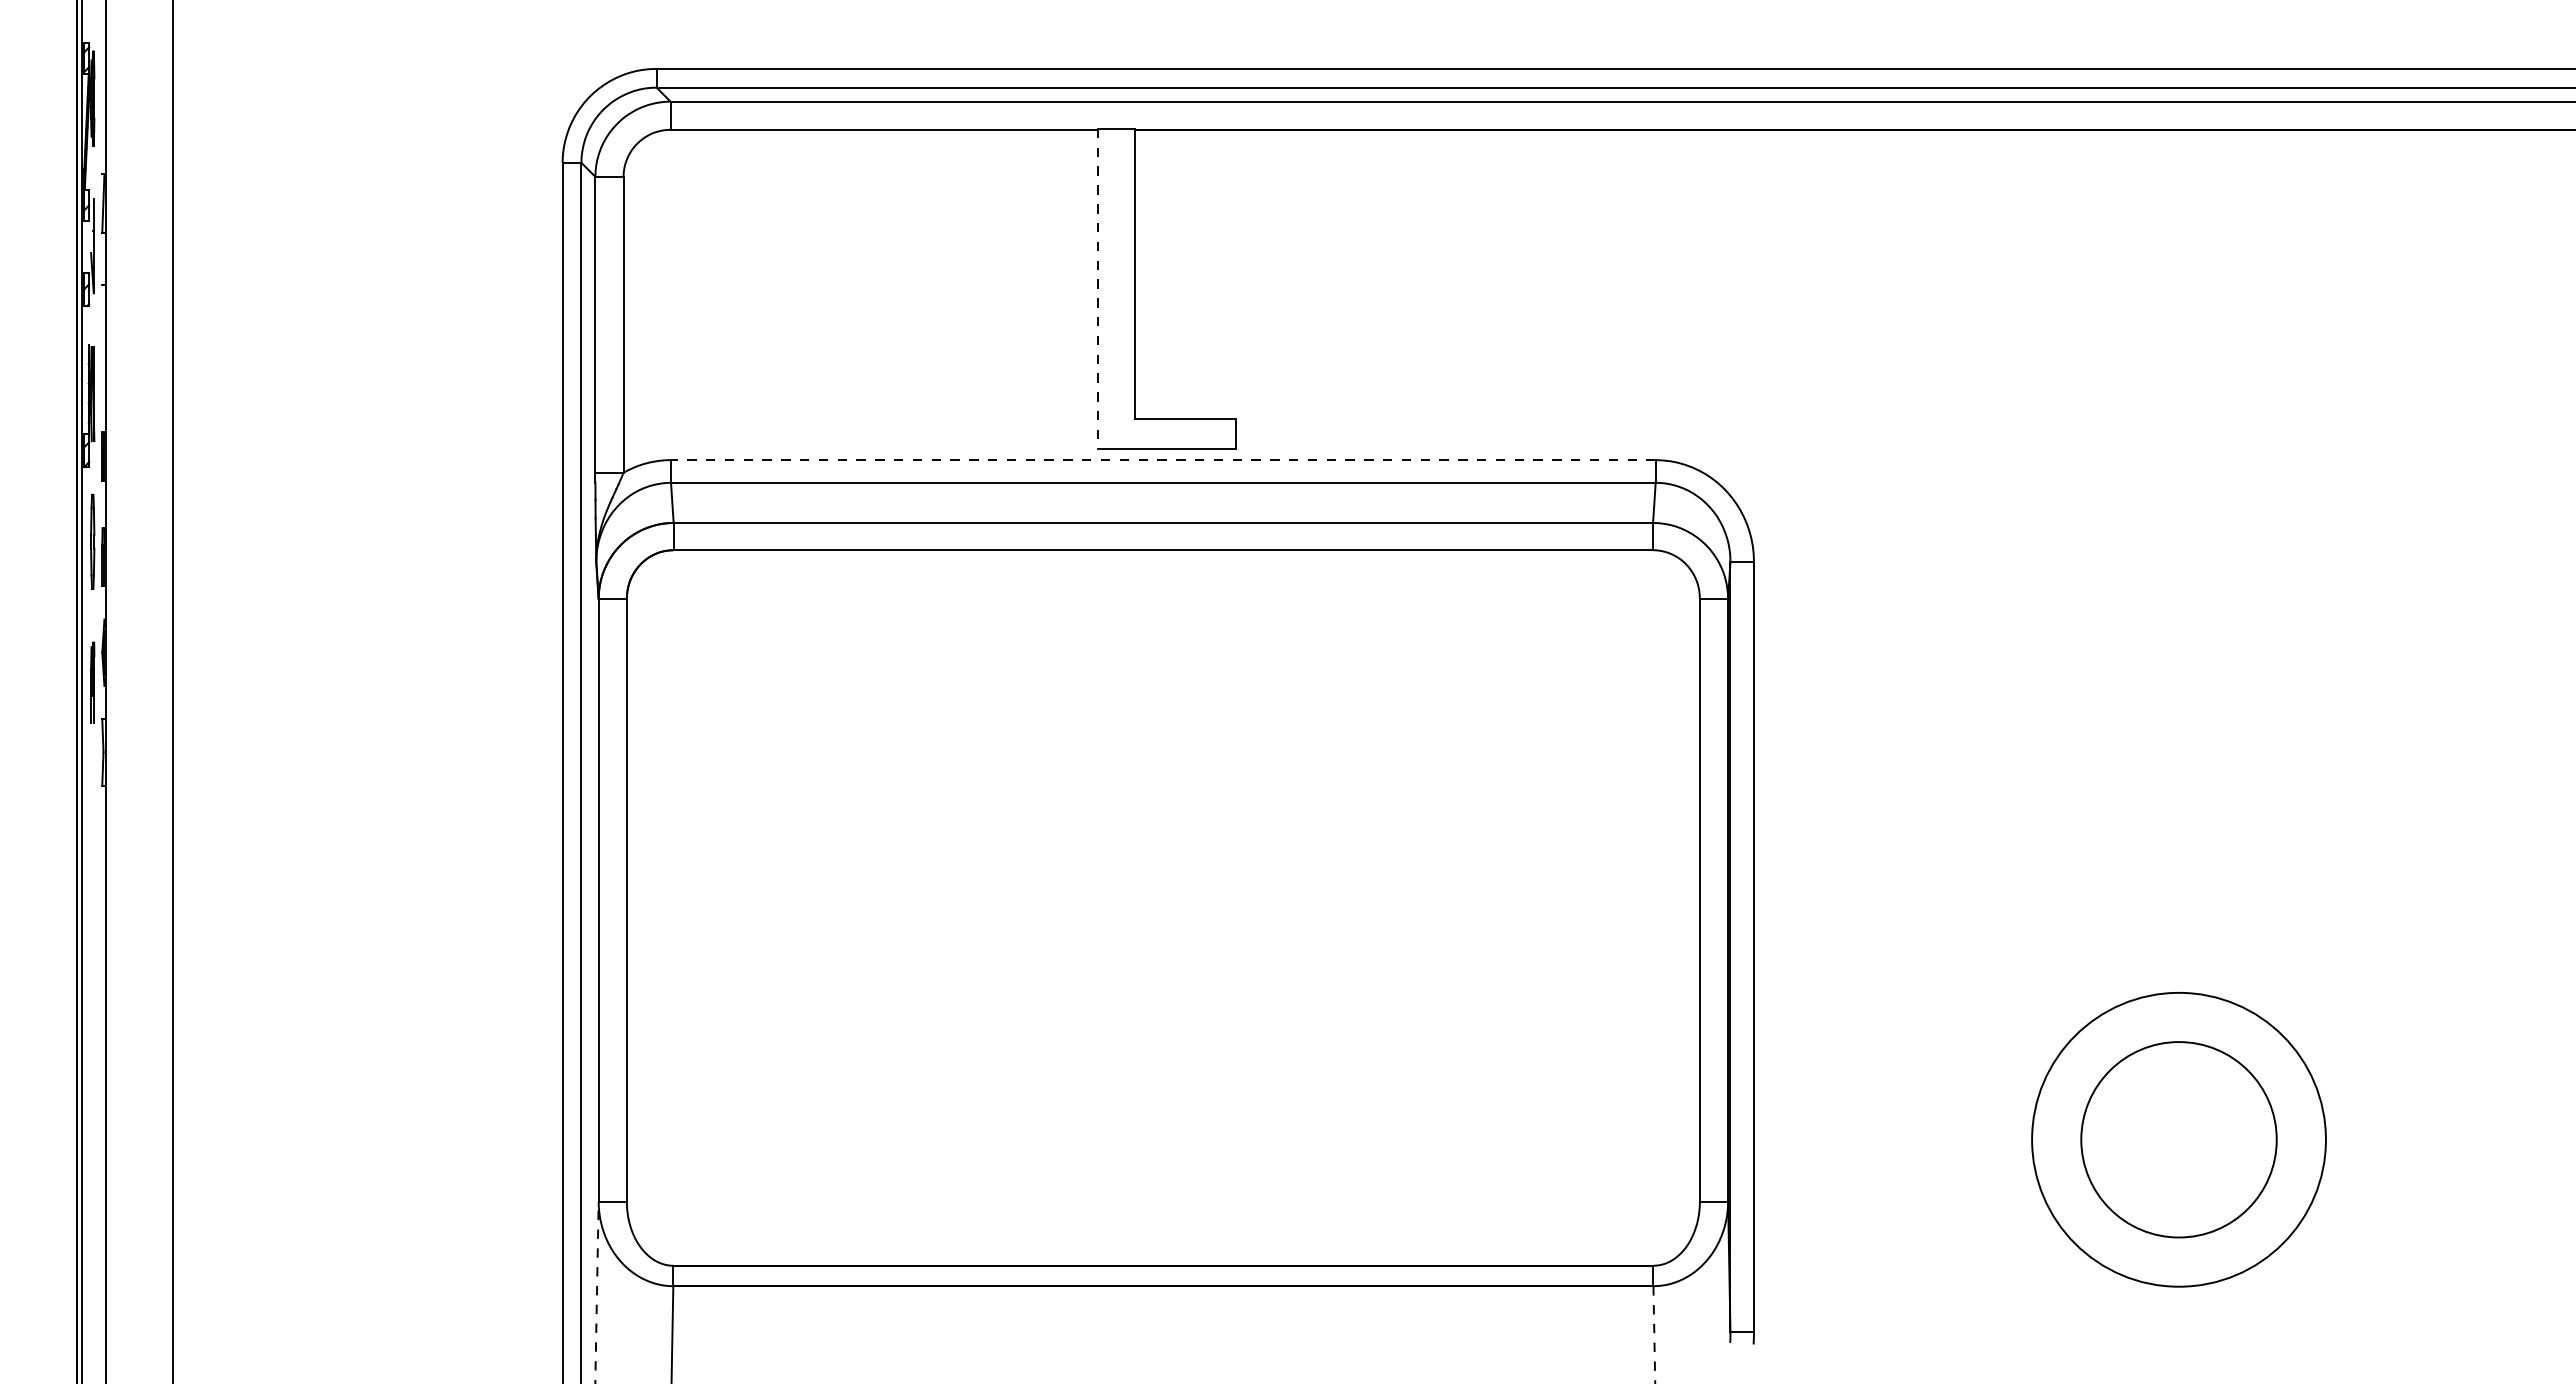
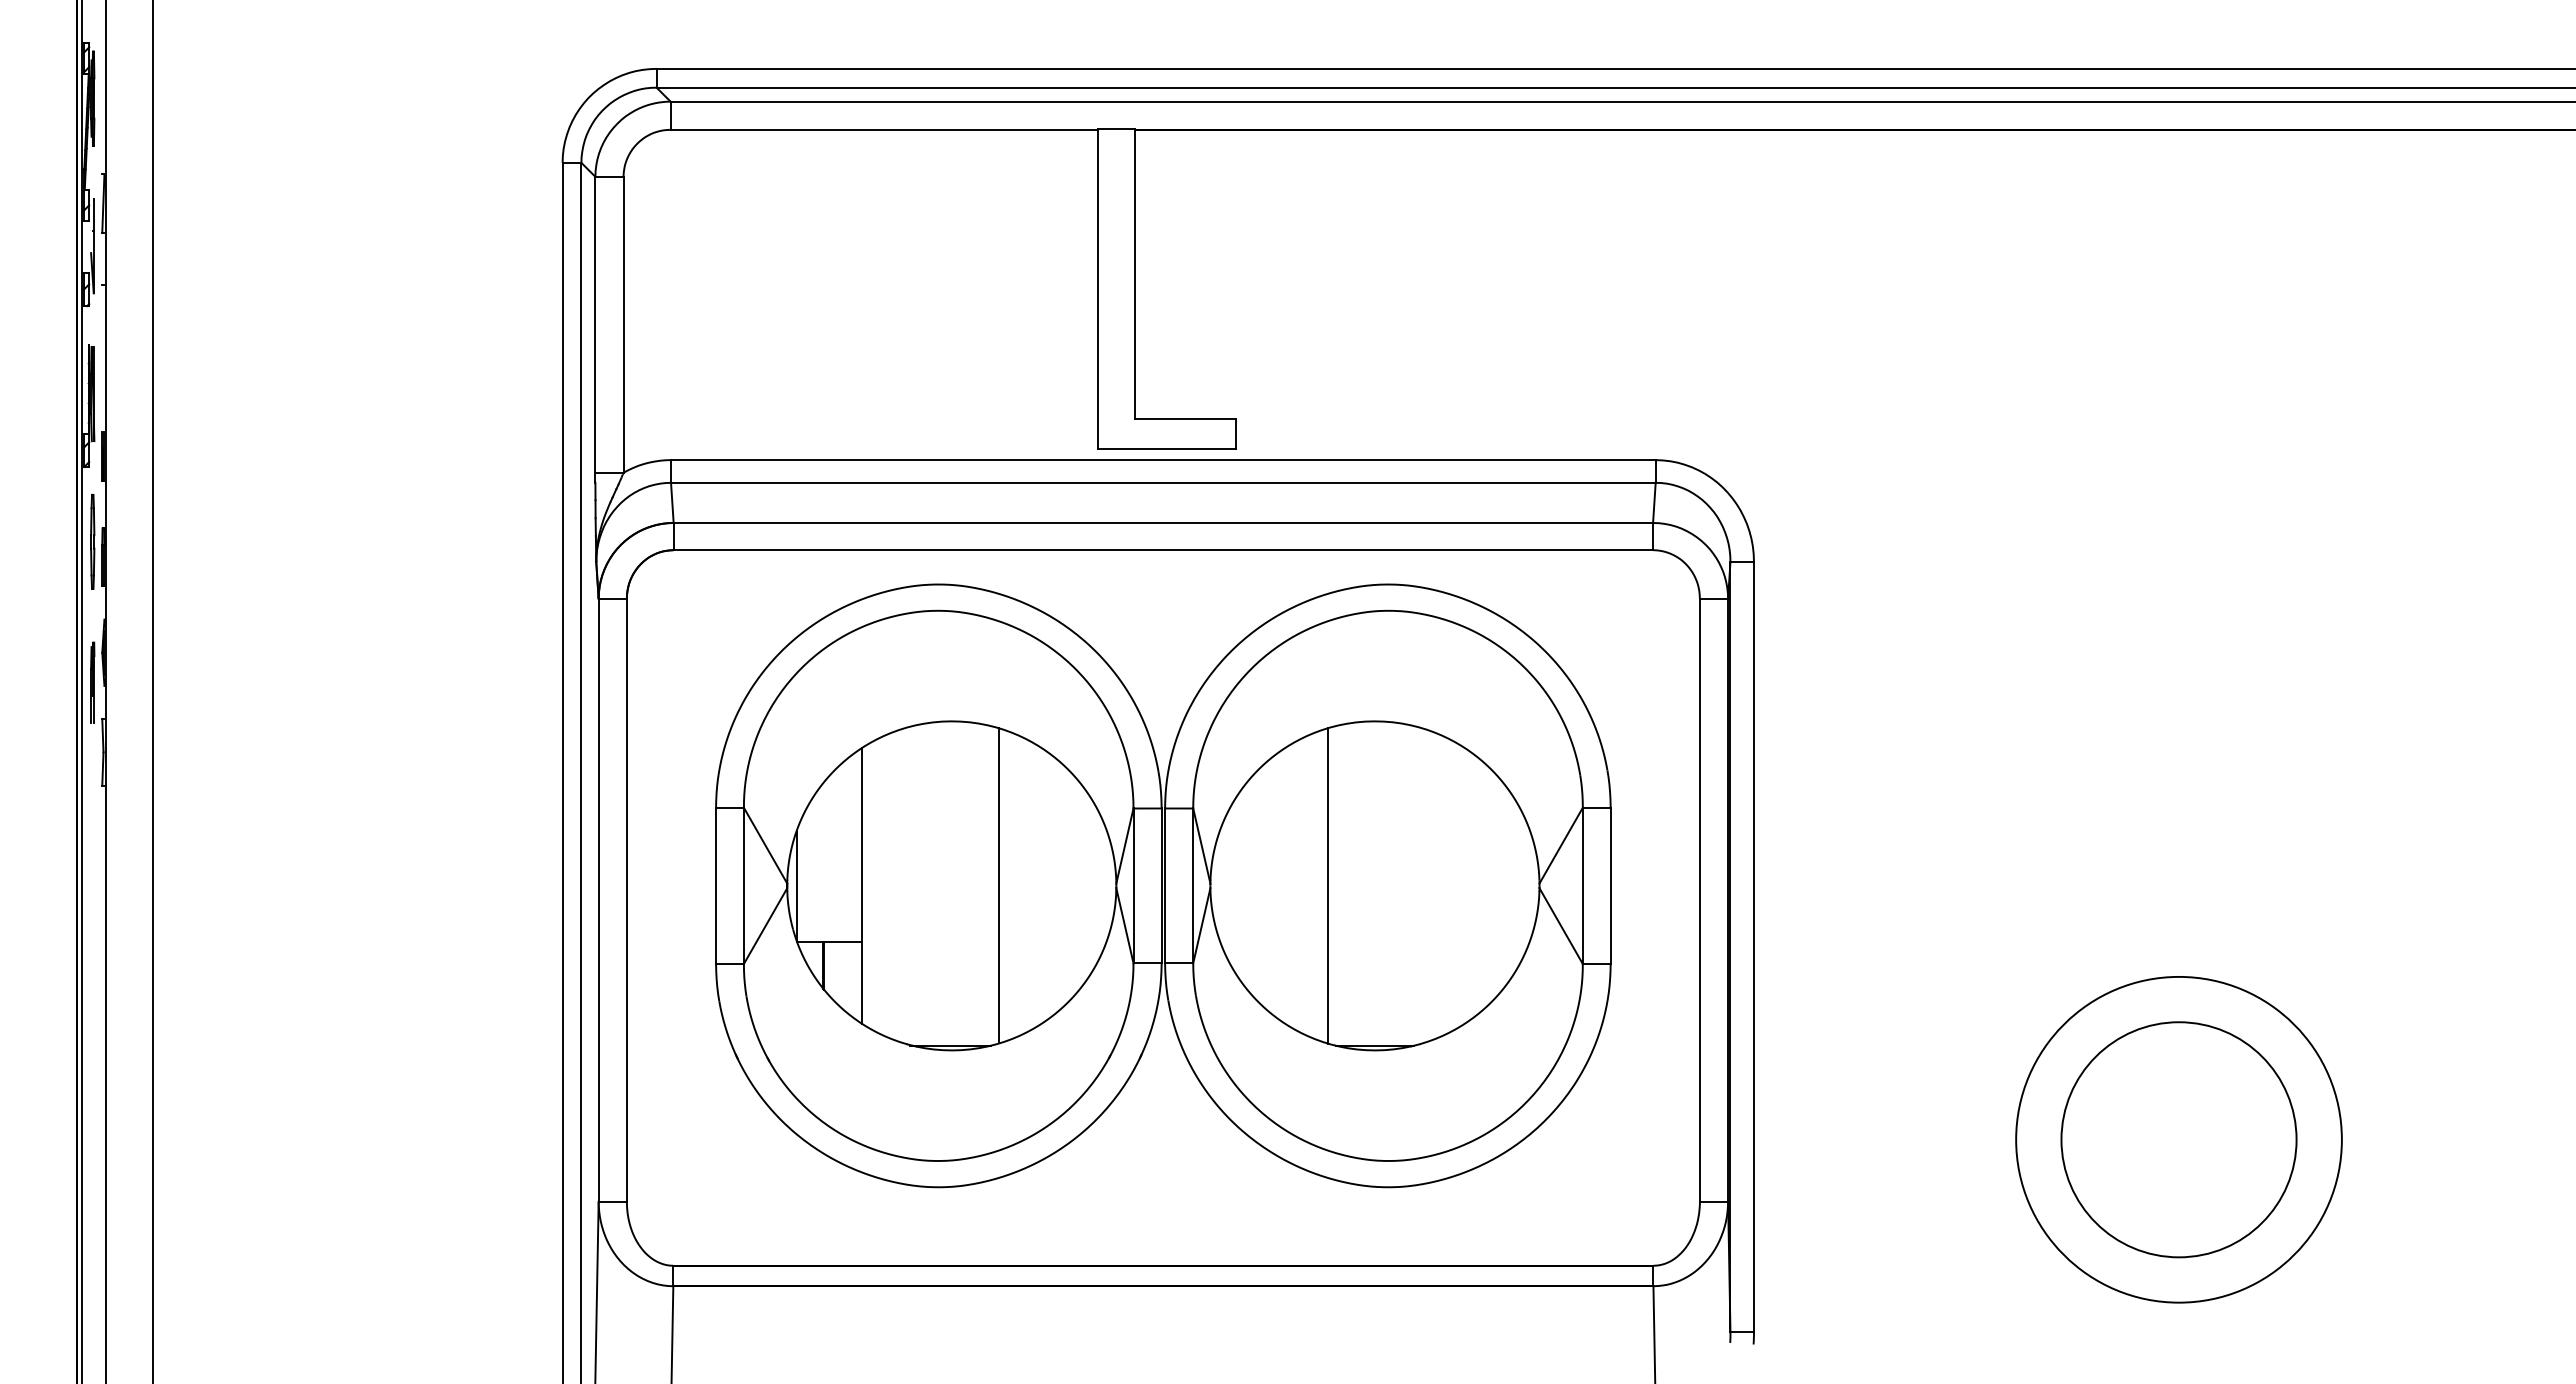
line at (1097, 288): dashed -> solid
line at (1162, 460): dashed -> solid
line at (172, 691) position: (172, 691) -> (152, 691)
part at (1163, 885): none -> present
circle at (2178, 1139) diameter: 195 px -> 326 px
circle at (2178, 1139) diameter: 294 px -> 235 px
line at (597, 1292): dashed -> solid
line at (1654, 1334): dashed -> solid
